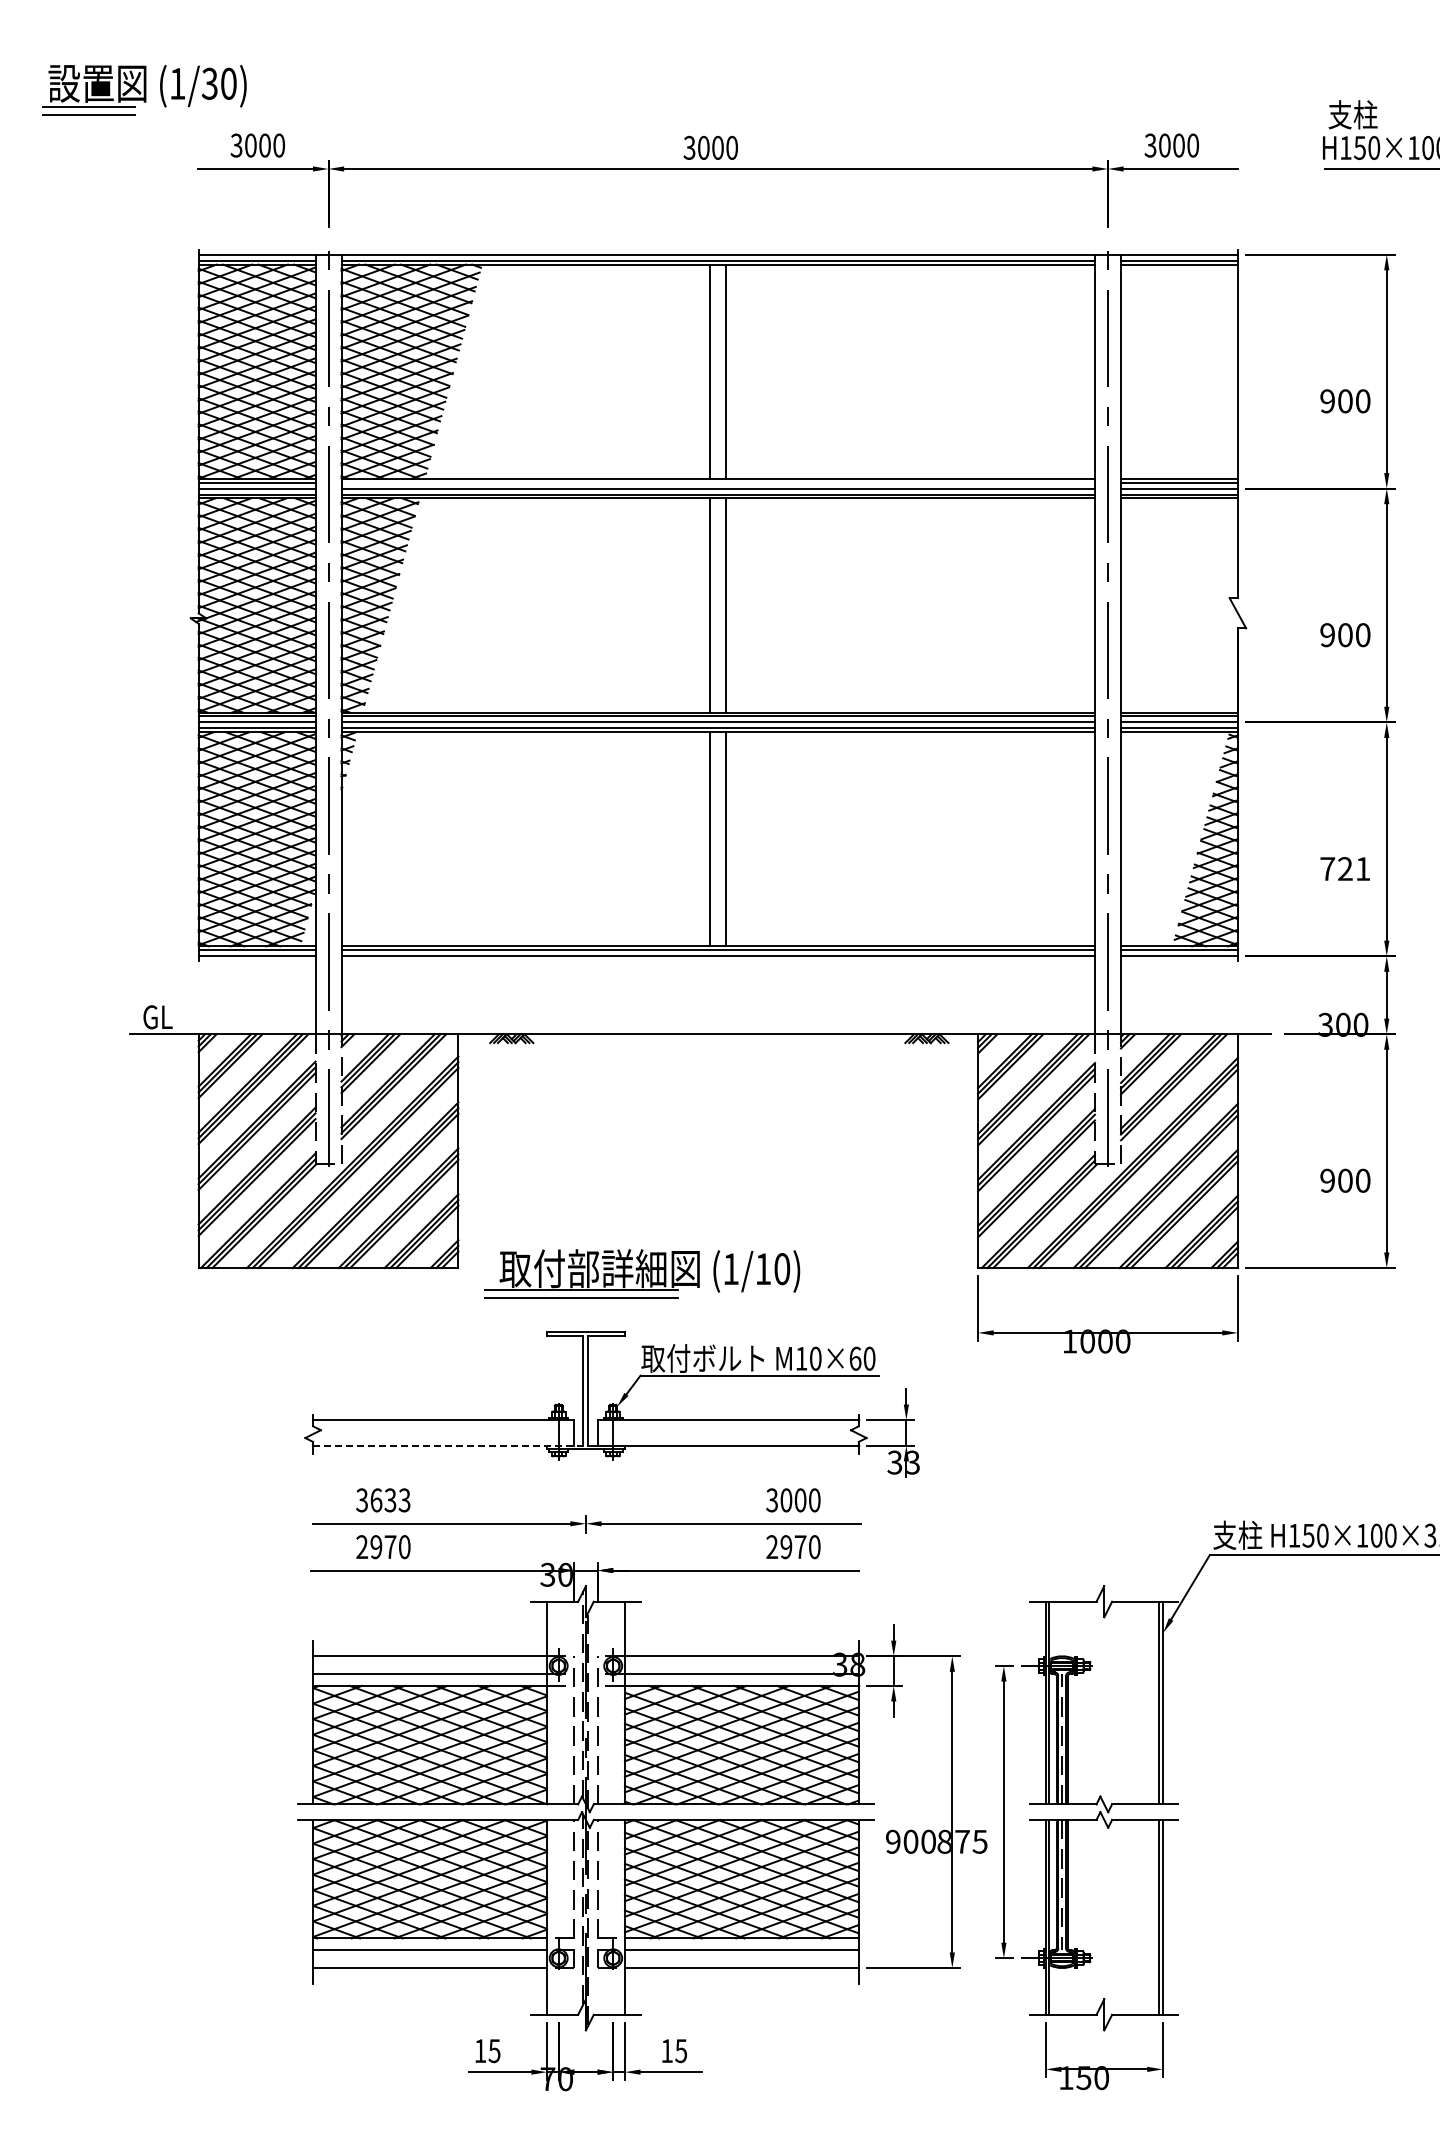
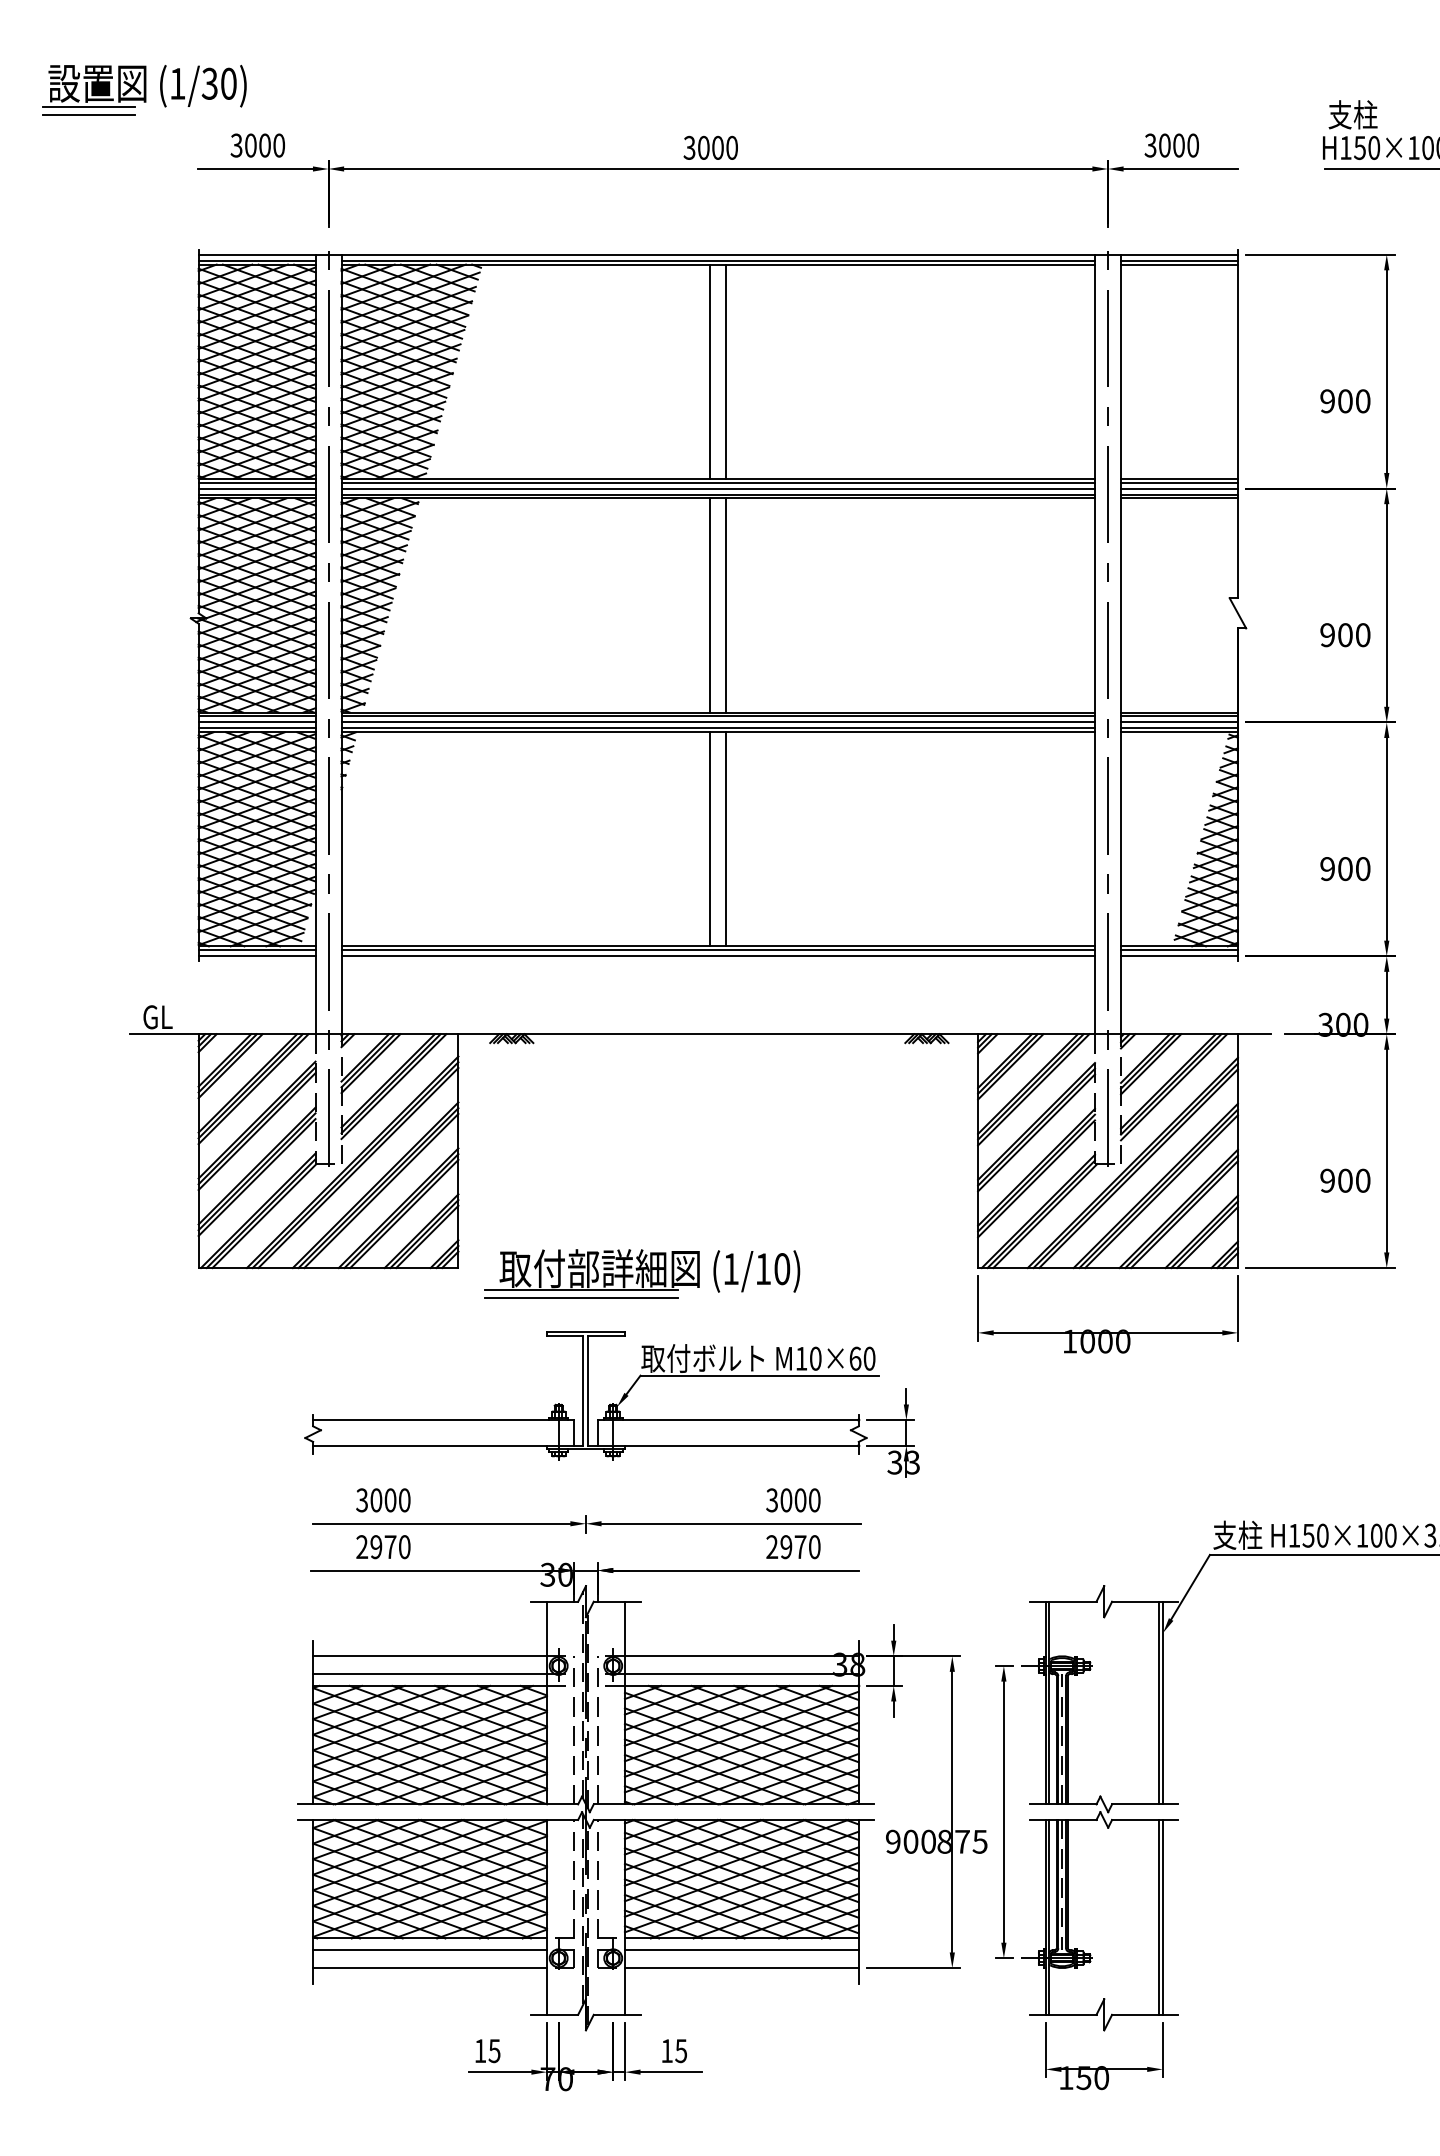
line at (718, 482): none -> present
text at (1345, 869): 721 -> 900
line at (448, 1445): dashed -> solid
text at (390, 1500): 3633 -> 3000
